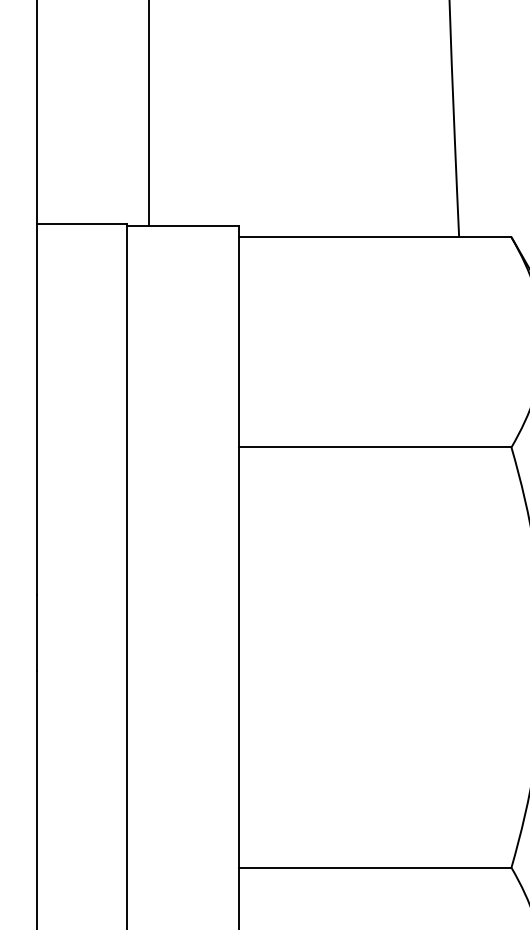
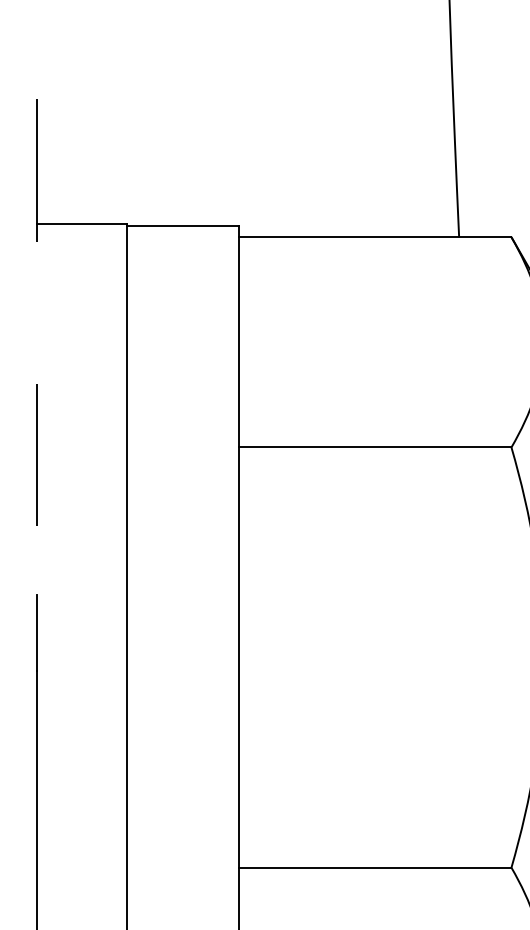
line at (149, 114): present -> none
line at (37, 298): solid -> dashed
